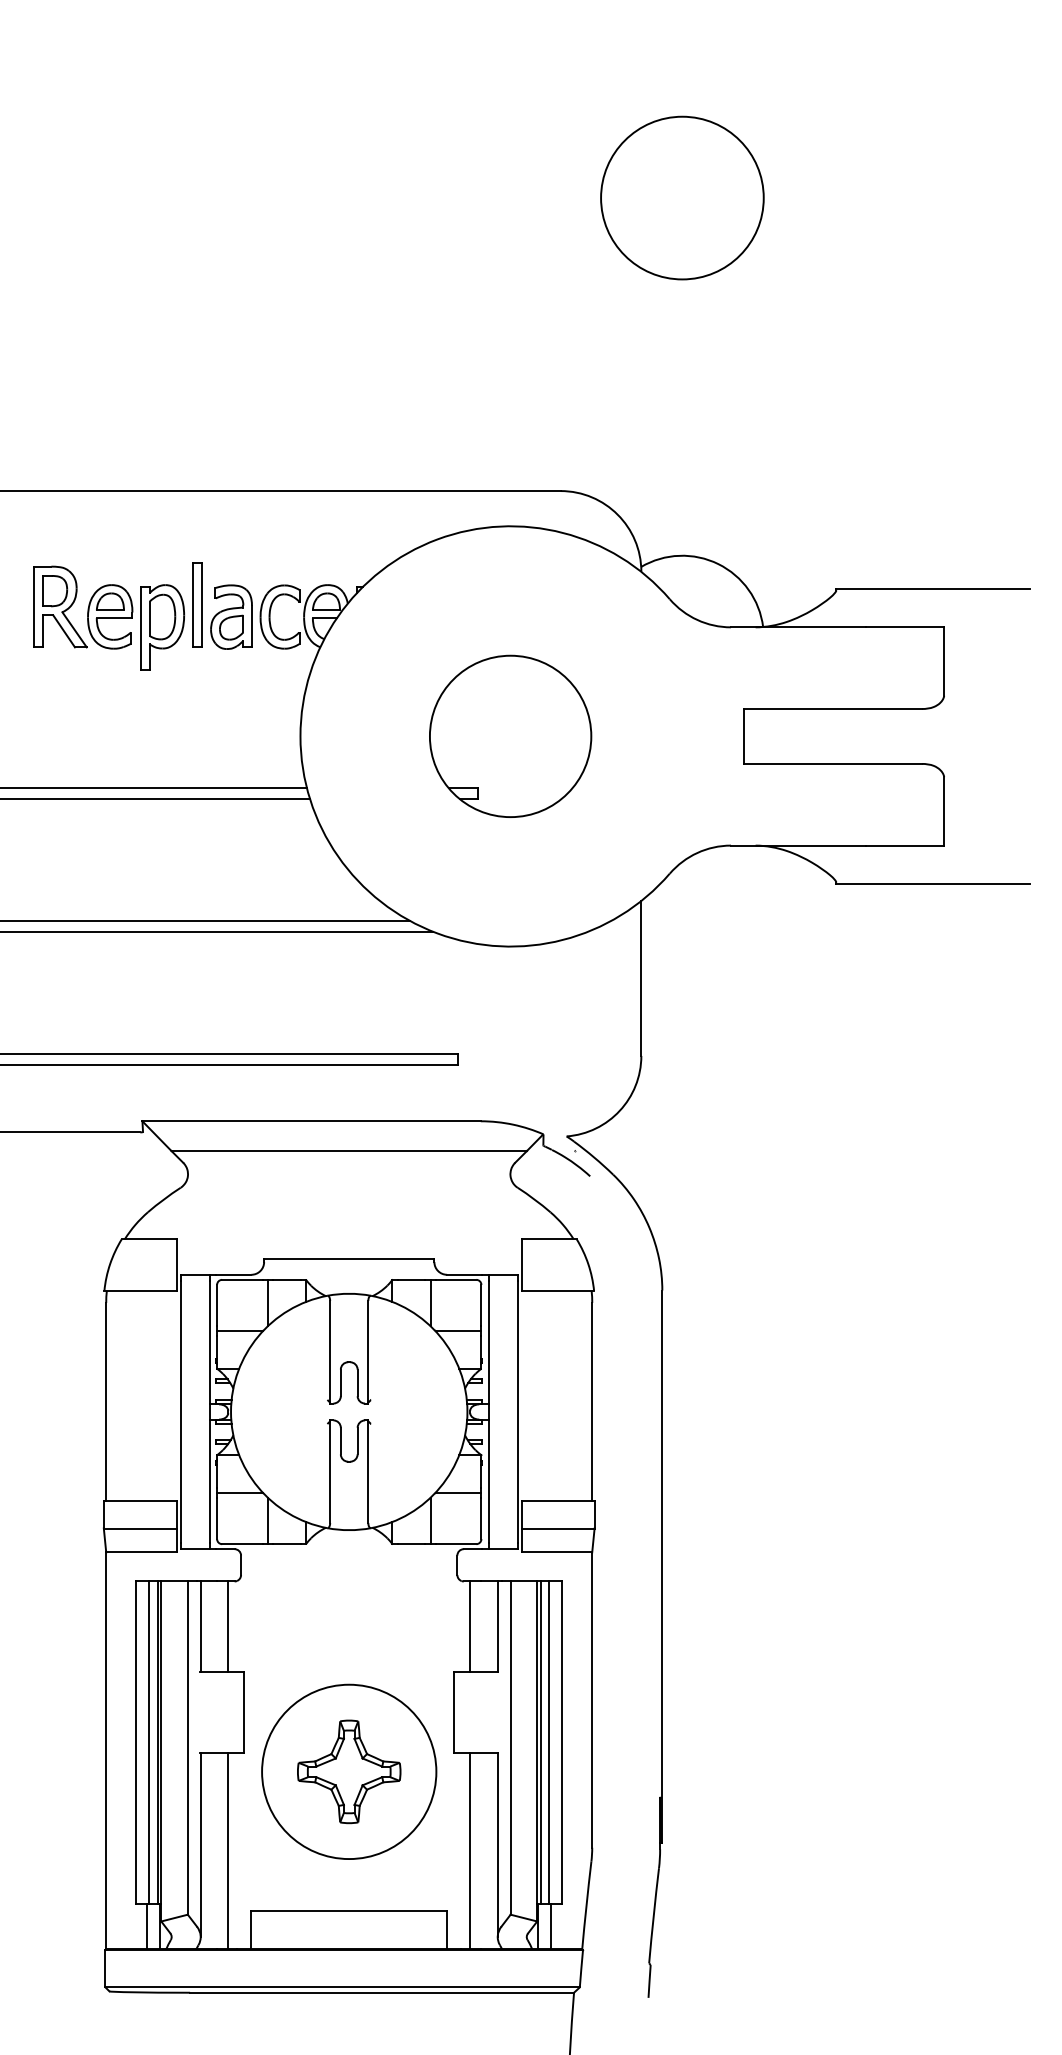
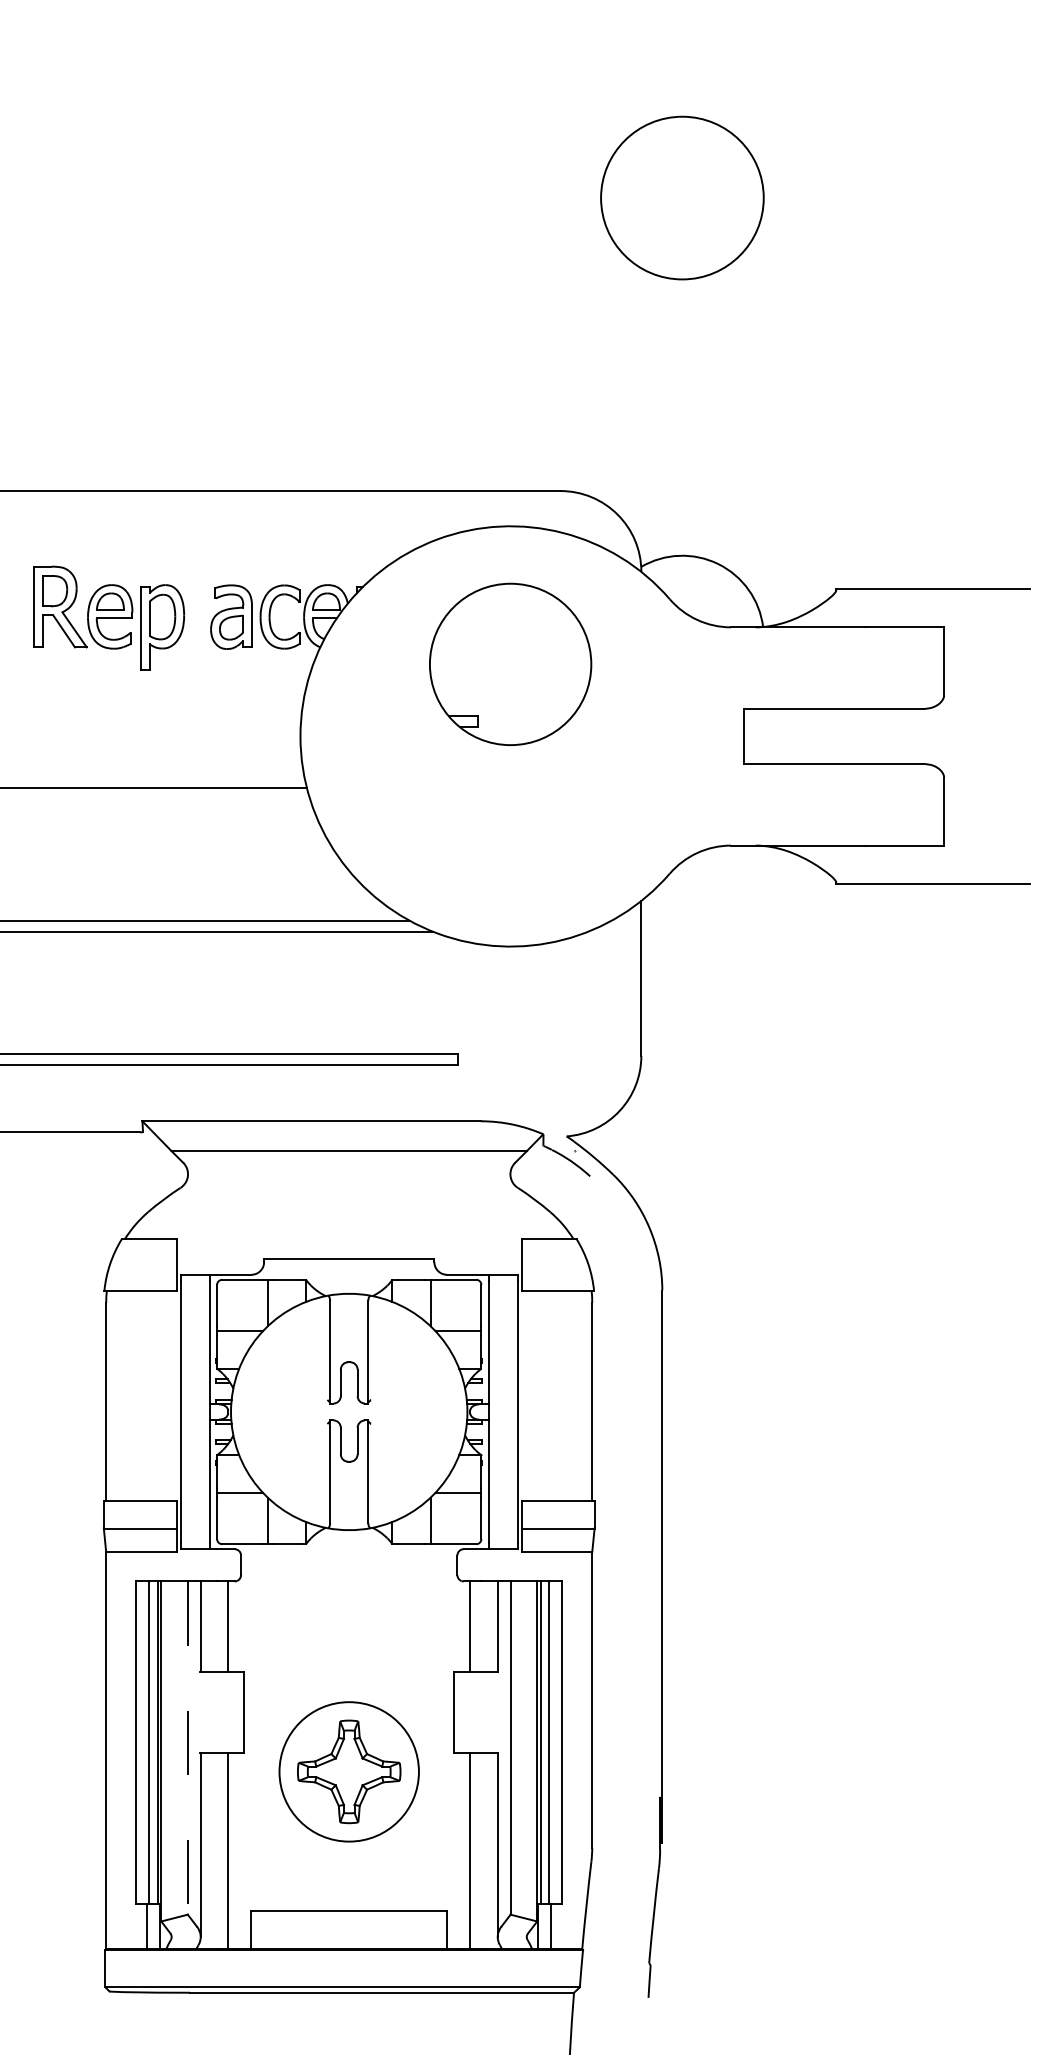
part at (197, 604): present -> none
part at (510, 735) position: (510, 735) -> (510, 663)
line at (156, 798): present -> none
line at (187, 1748): solid -> dashed
circle at (349, 1771) diameter: 174 px -> 139 px
